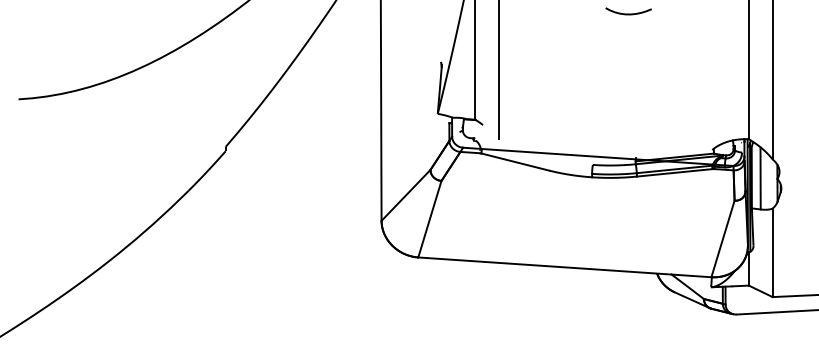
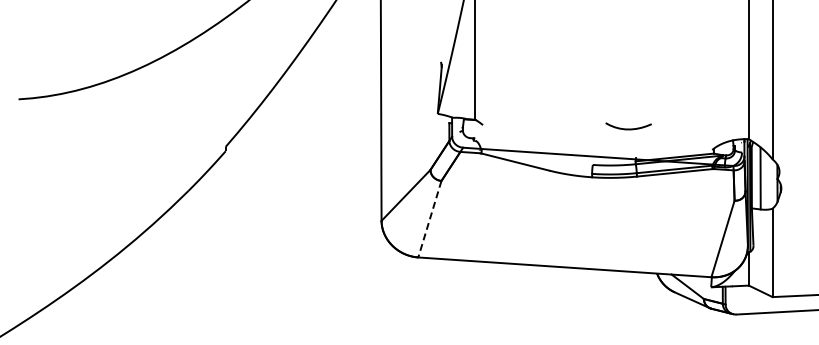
curve at (628, 13) position: (628, 13) -> (628, 128)
line at (499, 70): present -> none
line at (429, 219): solid -> dashed
